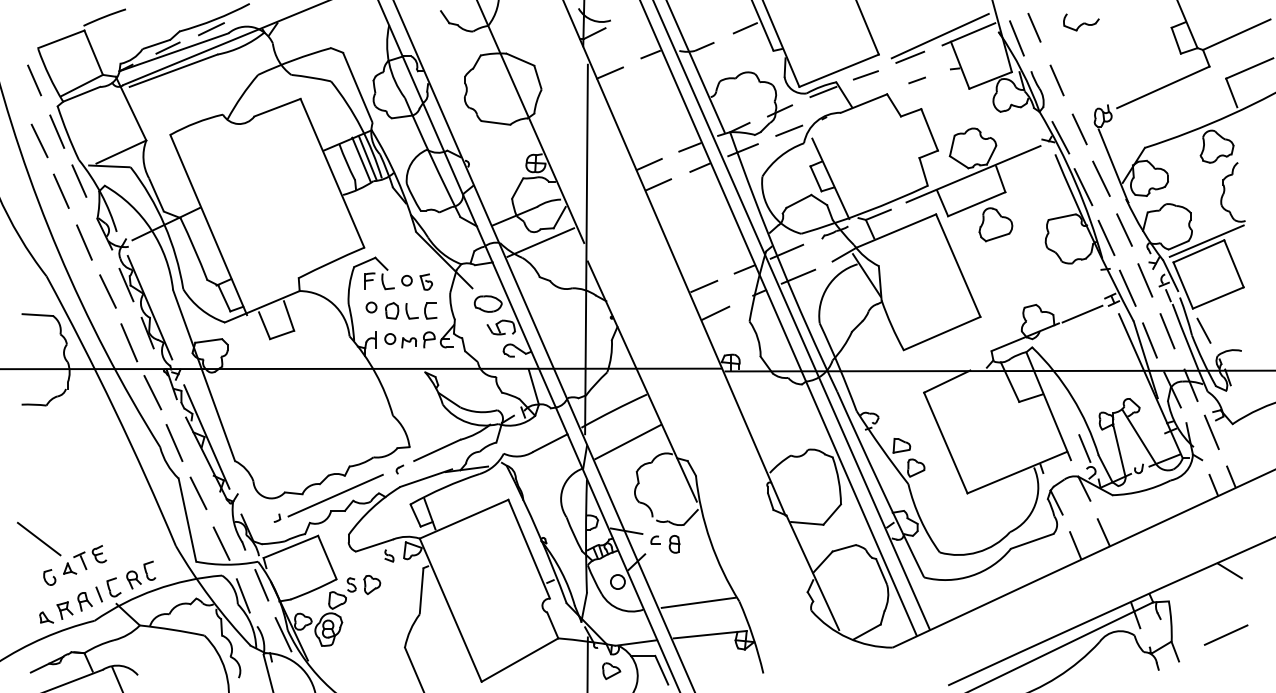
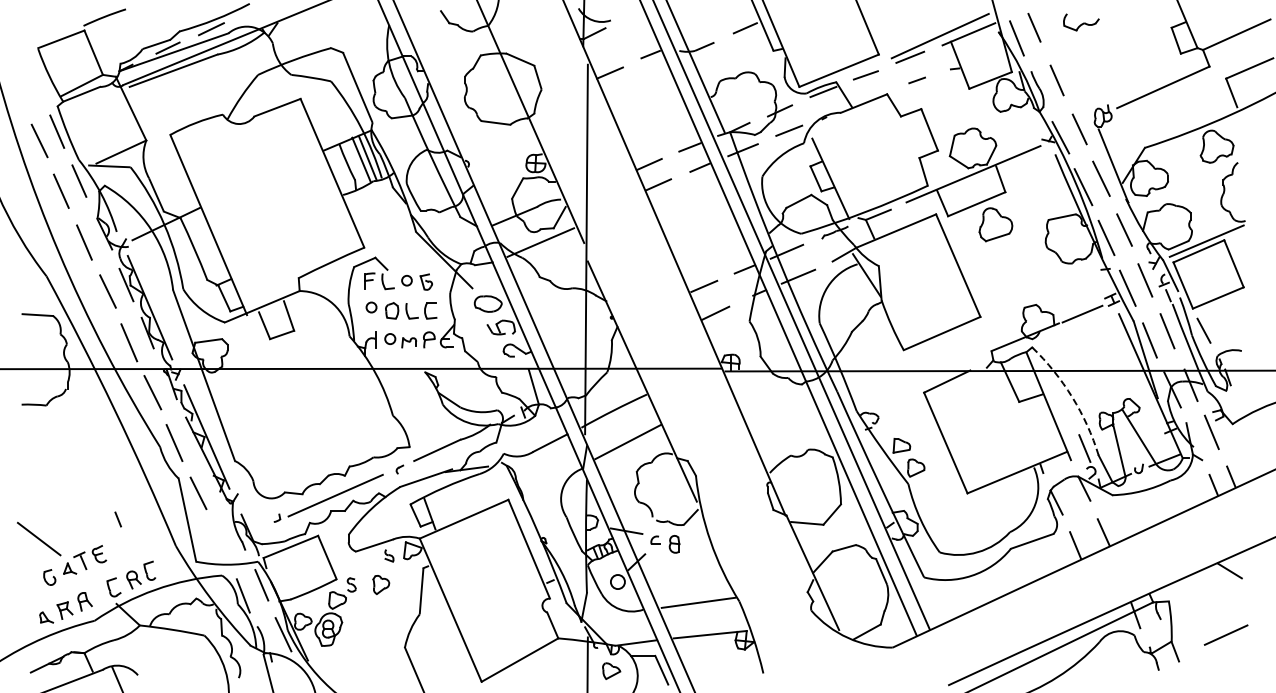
line at (34, 80): present -> none
arc at (1072, 397): solid -> dashed
line at (221, 543): present -> none
part at (372, 584) position: (372, 584) -> (381, 584)
line at (98, 594) position: (98, 594) -> (117, 519)
